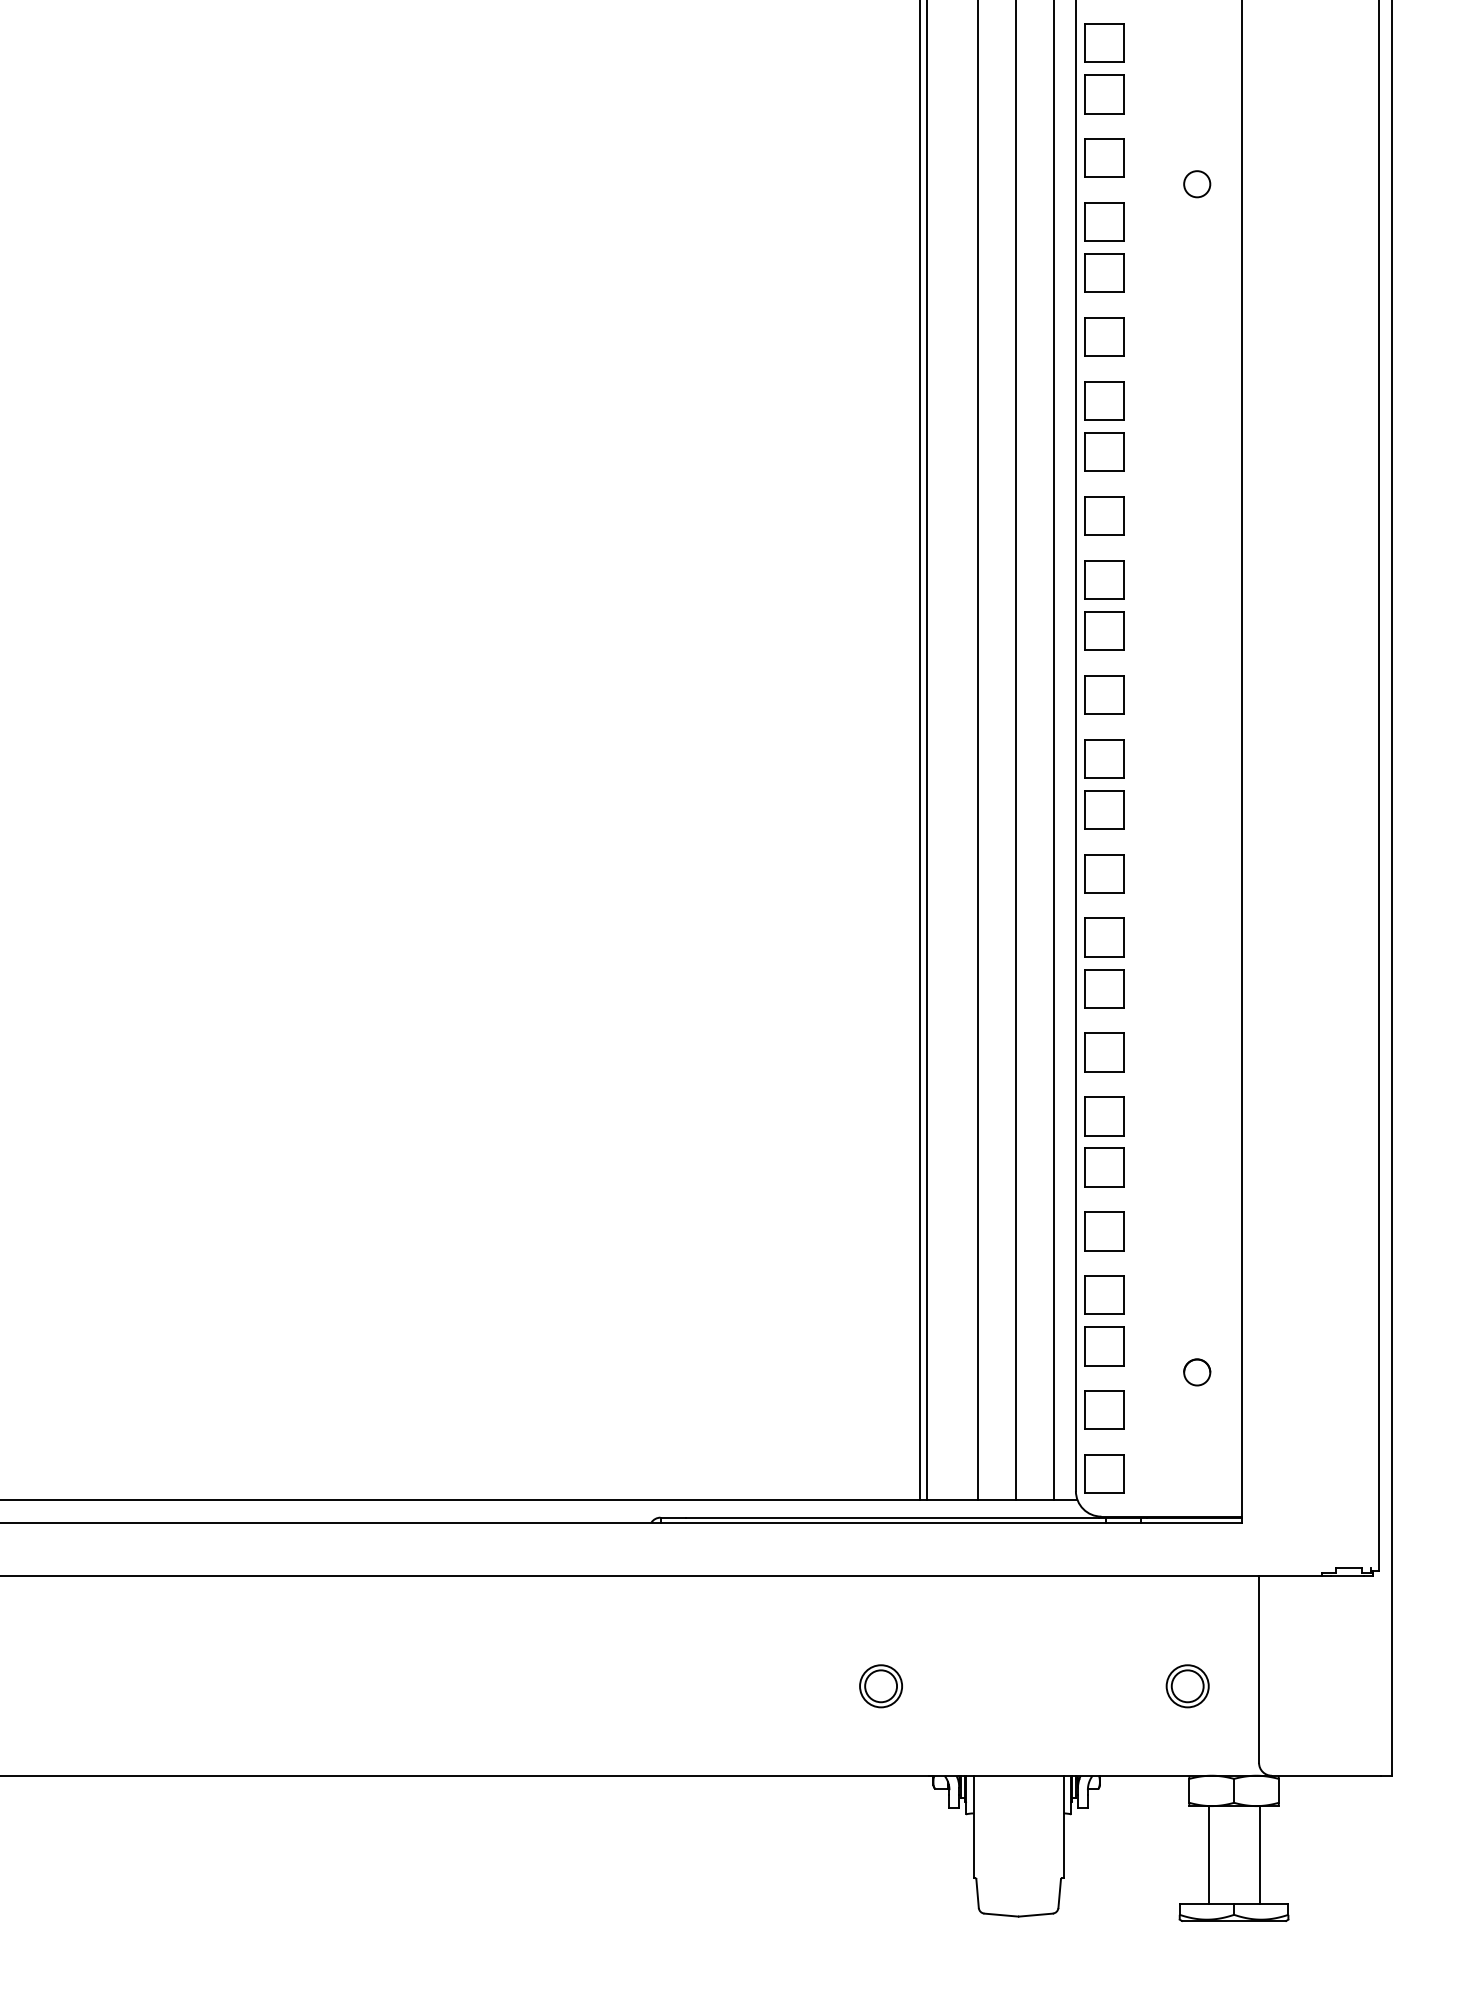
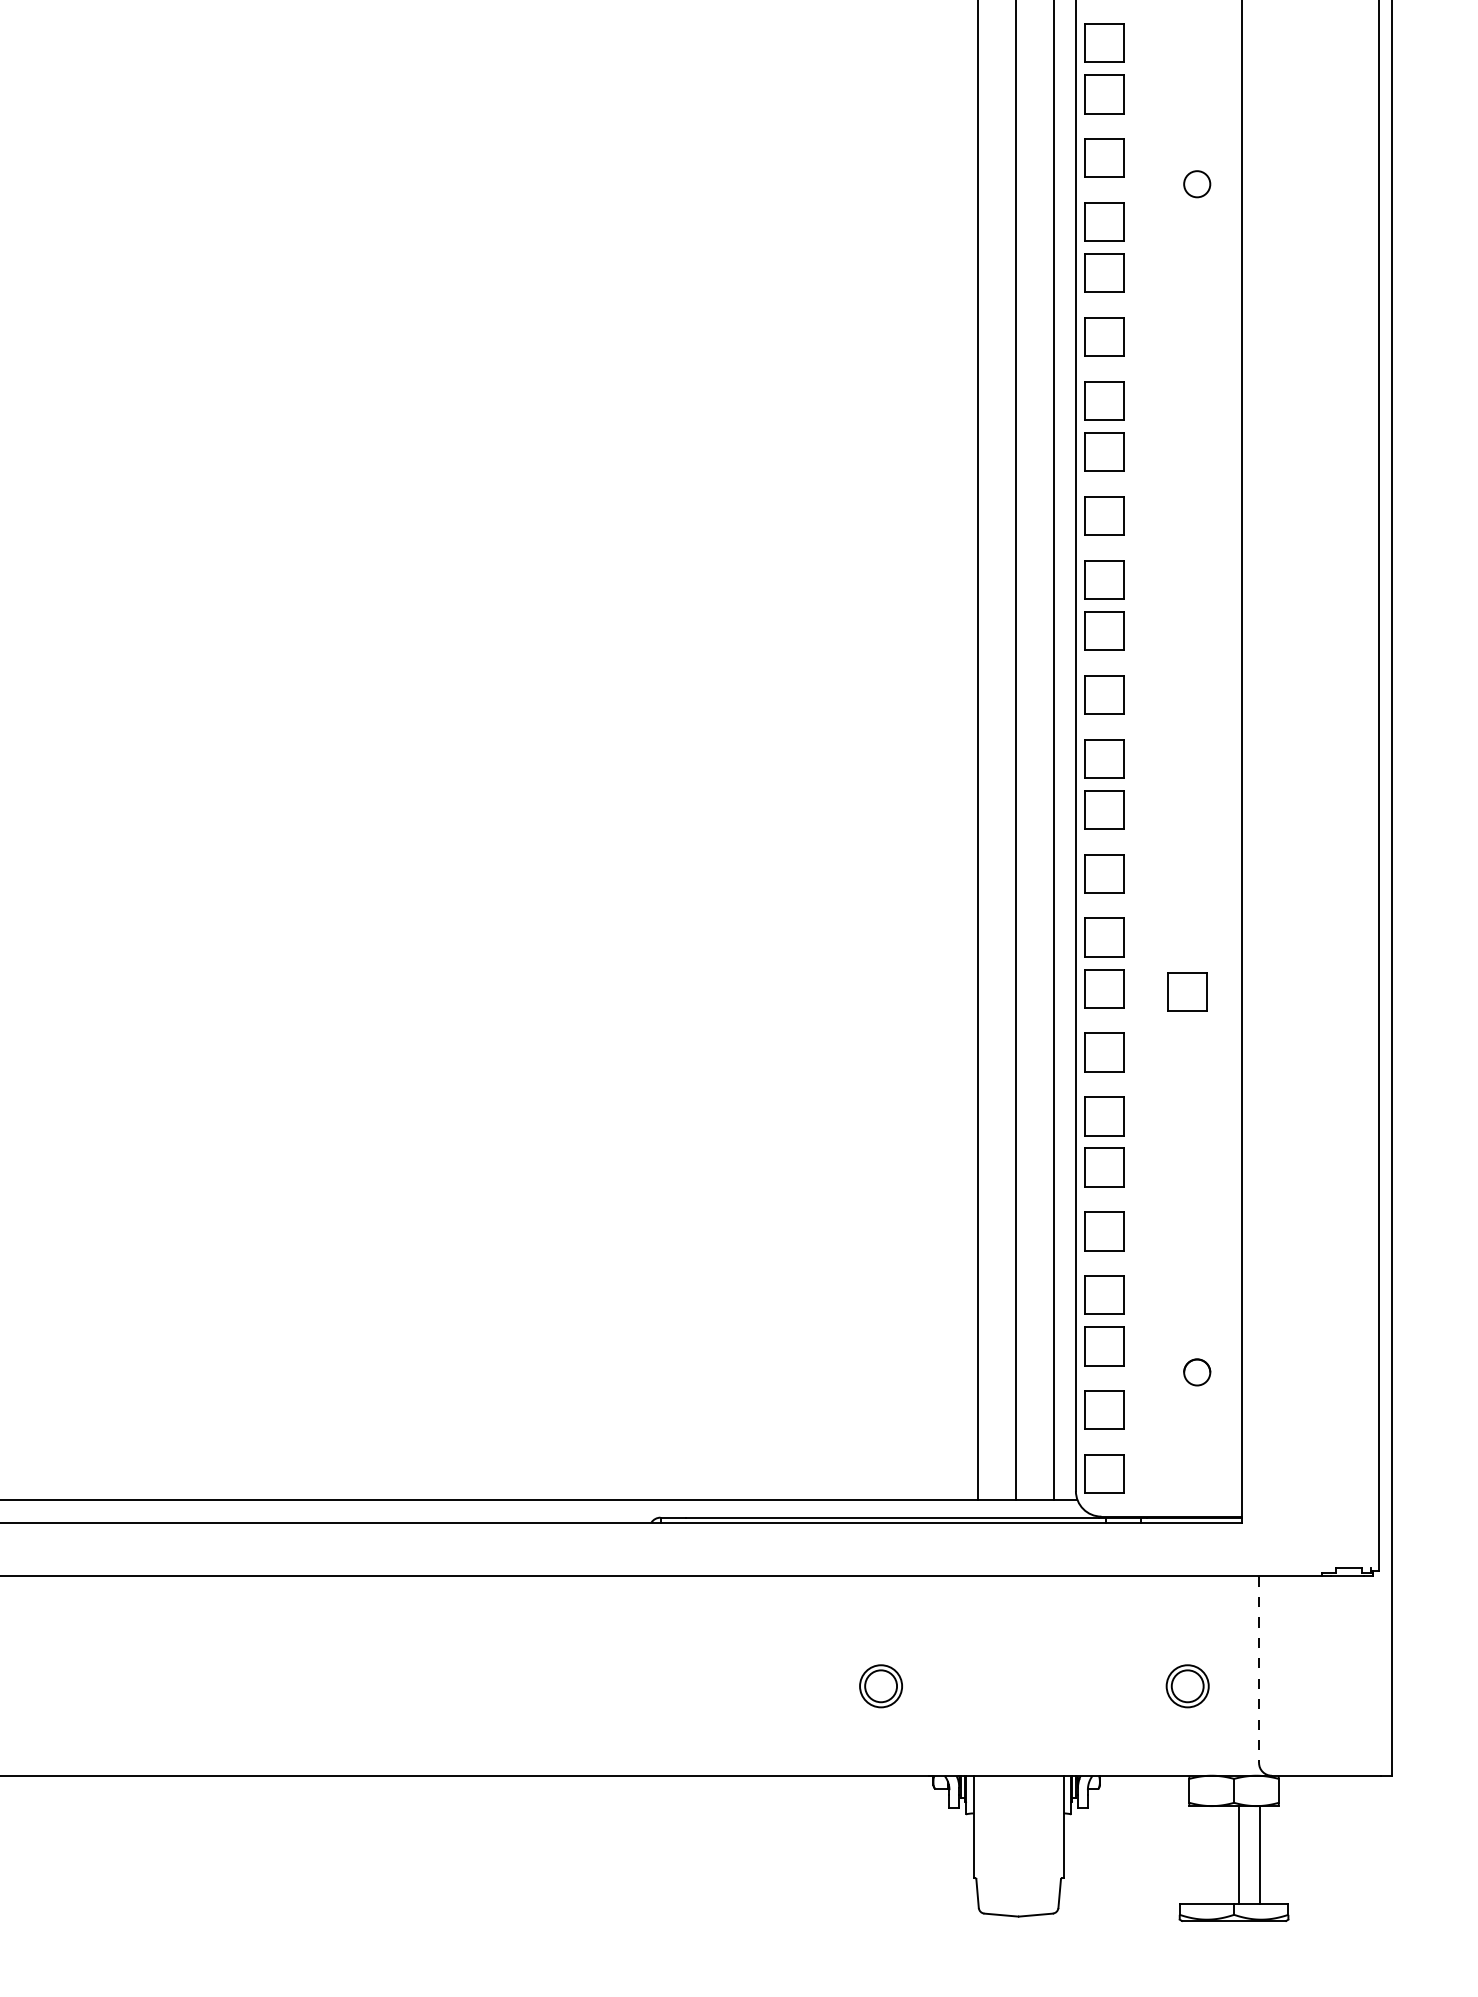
line at (919, 750): present -> none
line at (926, 750): present -> none
part at (1187, 991): none -> present
line at (1259, 1670): solid -> dashed
line at (1208, 1854) position: (1208, 1854) -> (1238, 1854)
